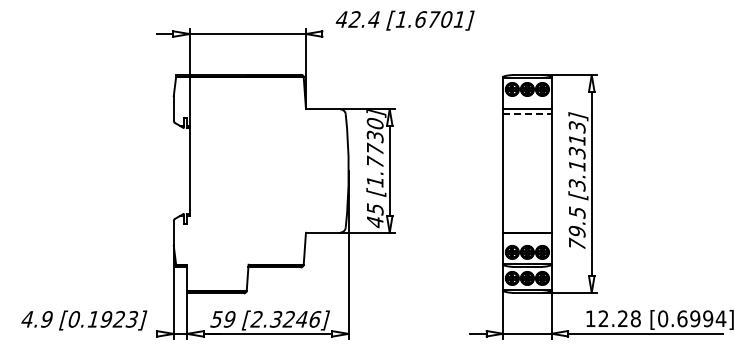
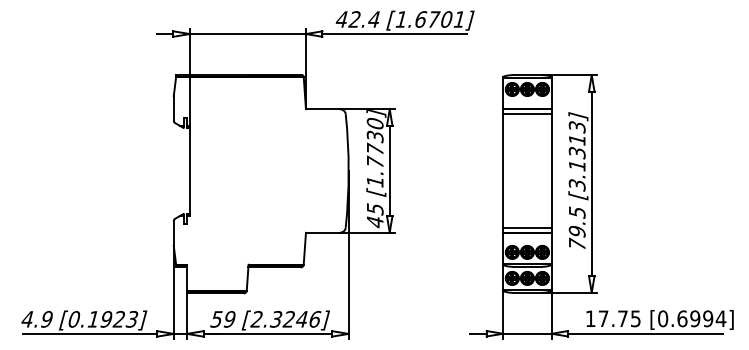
line at (394, 34): none -> present
line at (527, 114): dashed -> solid
line at (527, 227): none -> present
text at (619, 318): 12.28 -> 17.75
line at (89, 333): none -> present
